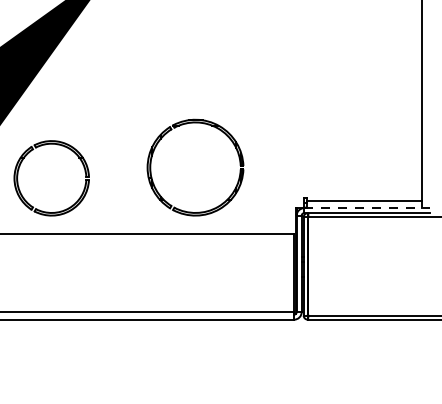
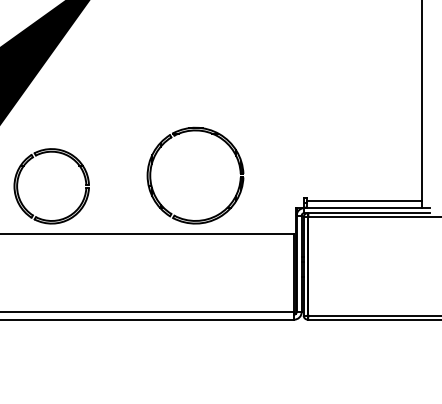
part at (187, 124) position: (187, 124) -> (187, 132)
part at (19, 186) position: (19, 186) -> (19, 194)
line at (366, 208): dashed -> solid
